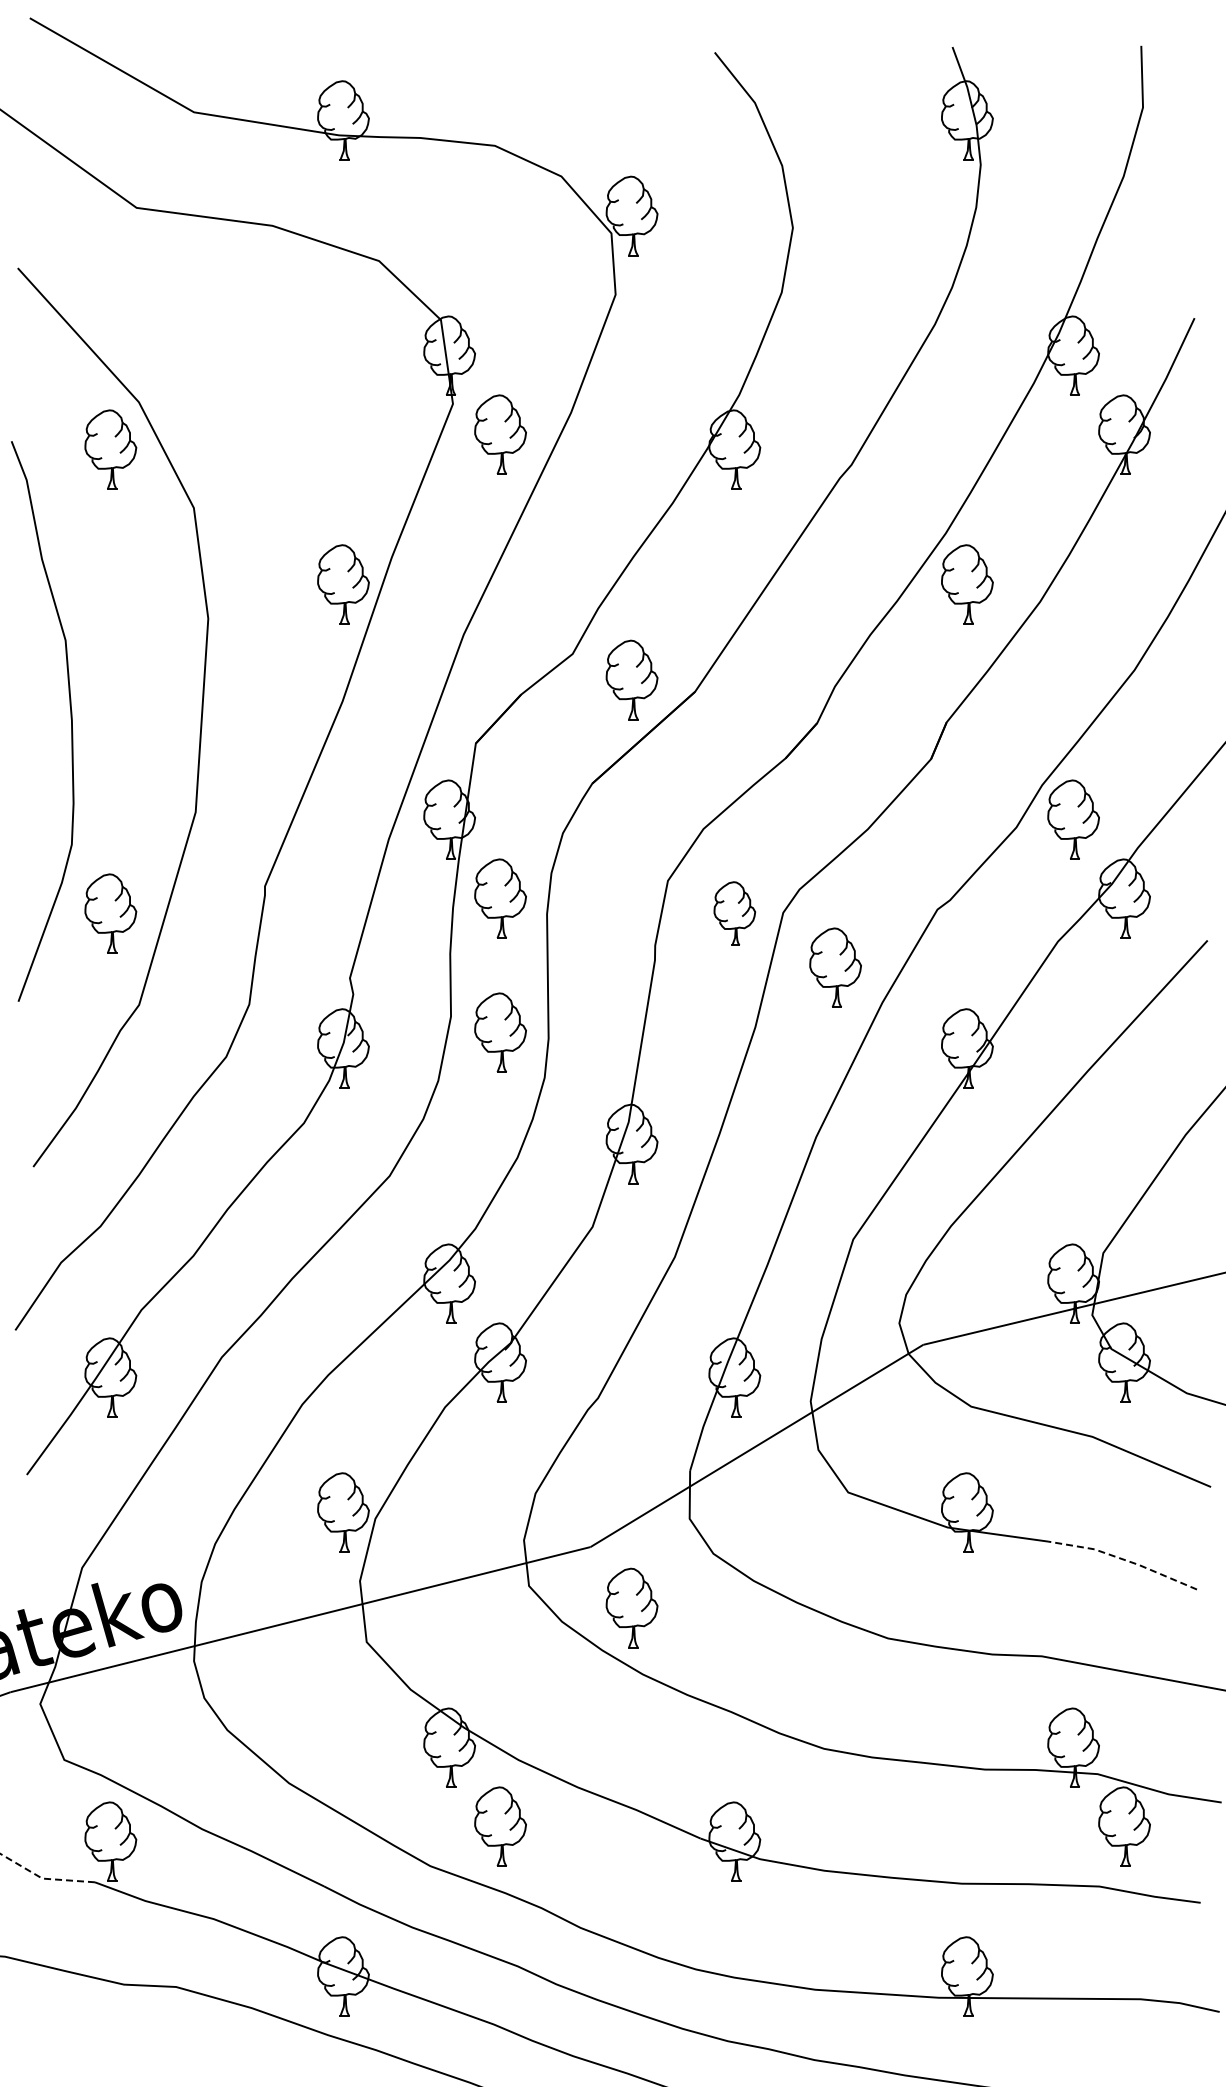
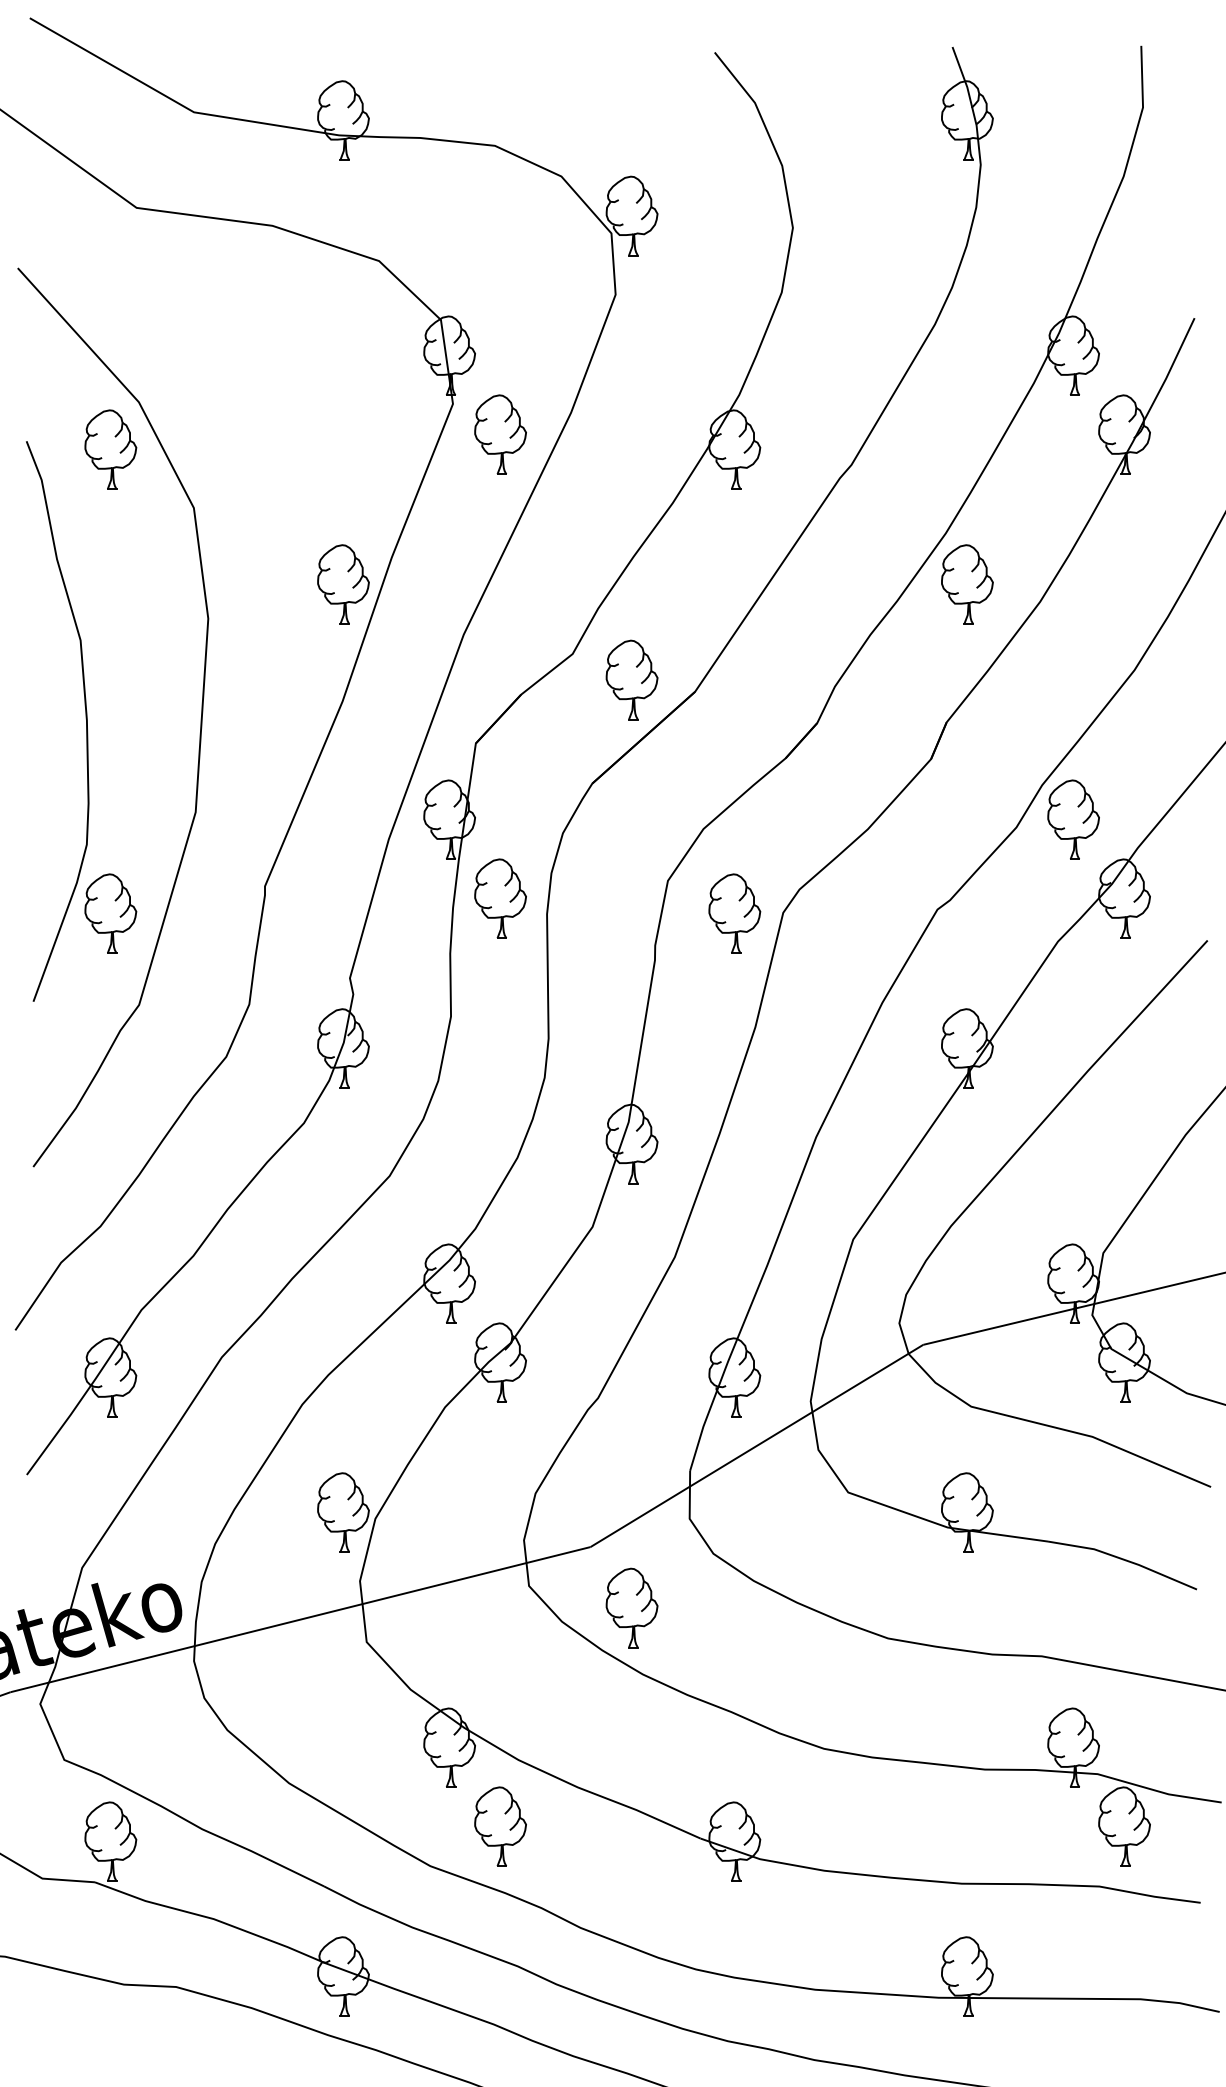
curve at (70, 718) position: (70, 718) -> (85, 718)
part at (734, 913) size: 44x65 px -> 54x81 px
part at (835, 967): present -> none
part at (500, 1032): present -> none
line at (1124, 1559): dashed -> solid
line at (43, 1878): dashed -> solid
